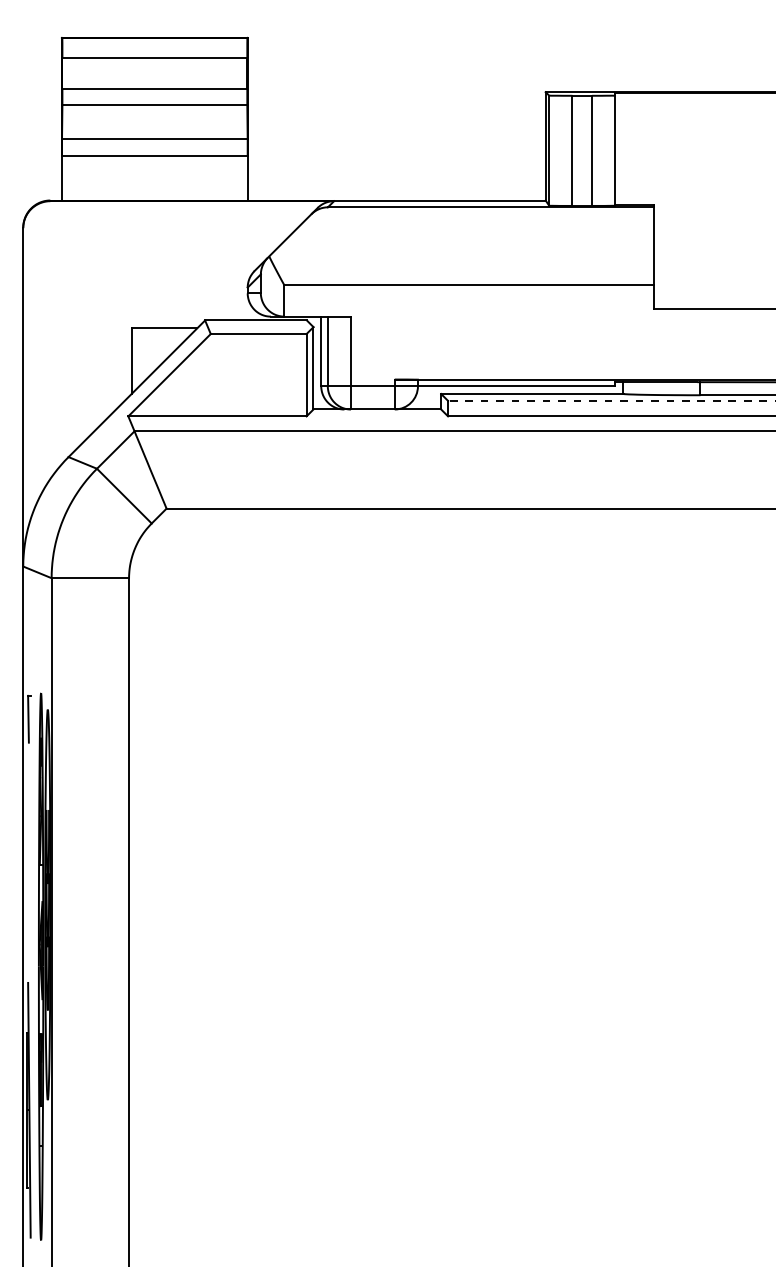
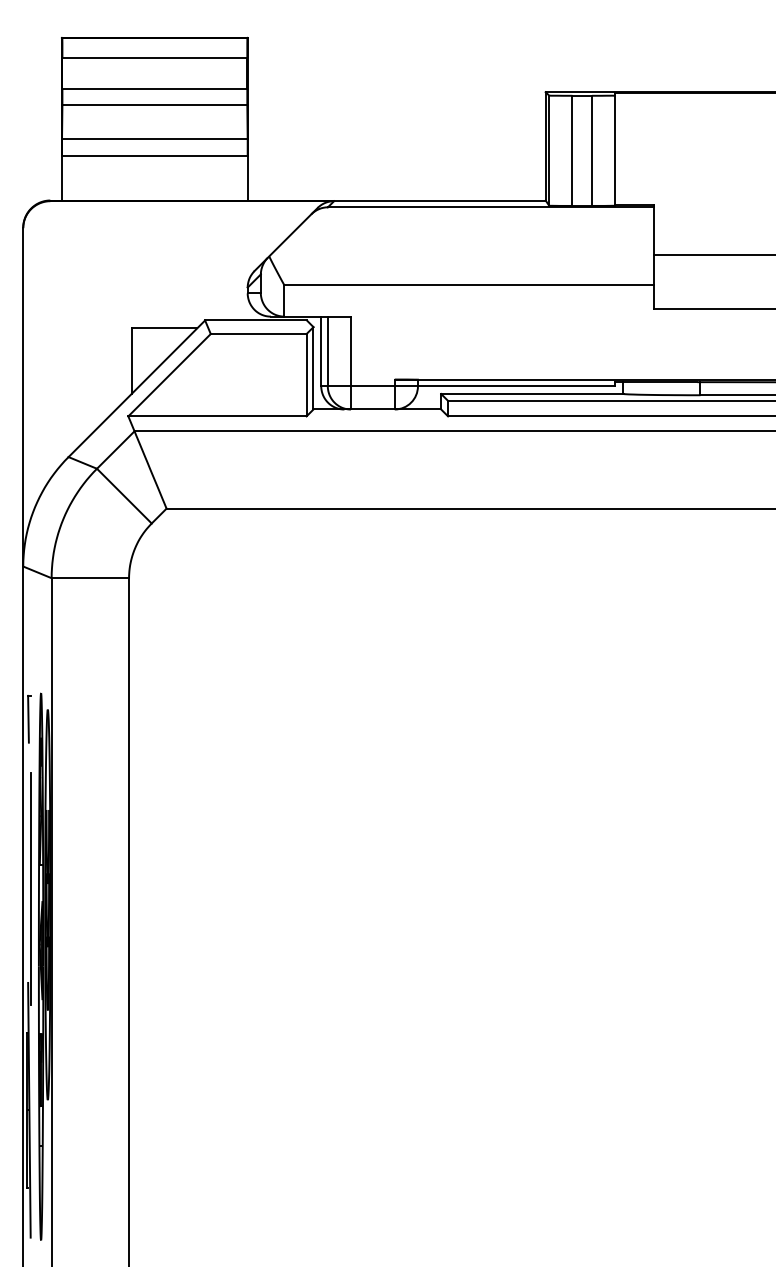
line at (713, 254): none -> present
line at (611, 400): dashed -> solid
line at (30, 889): none -> present
